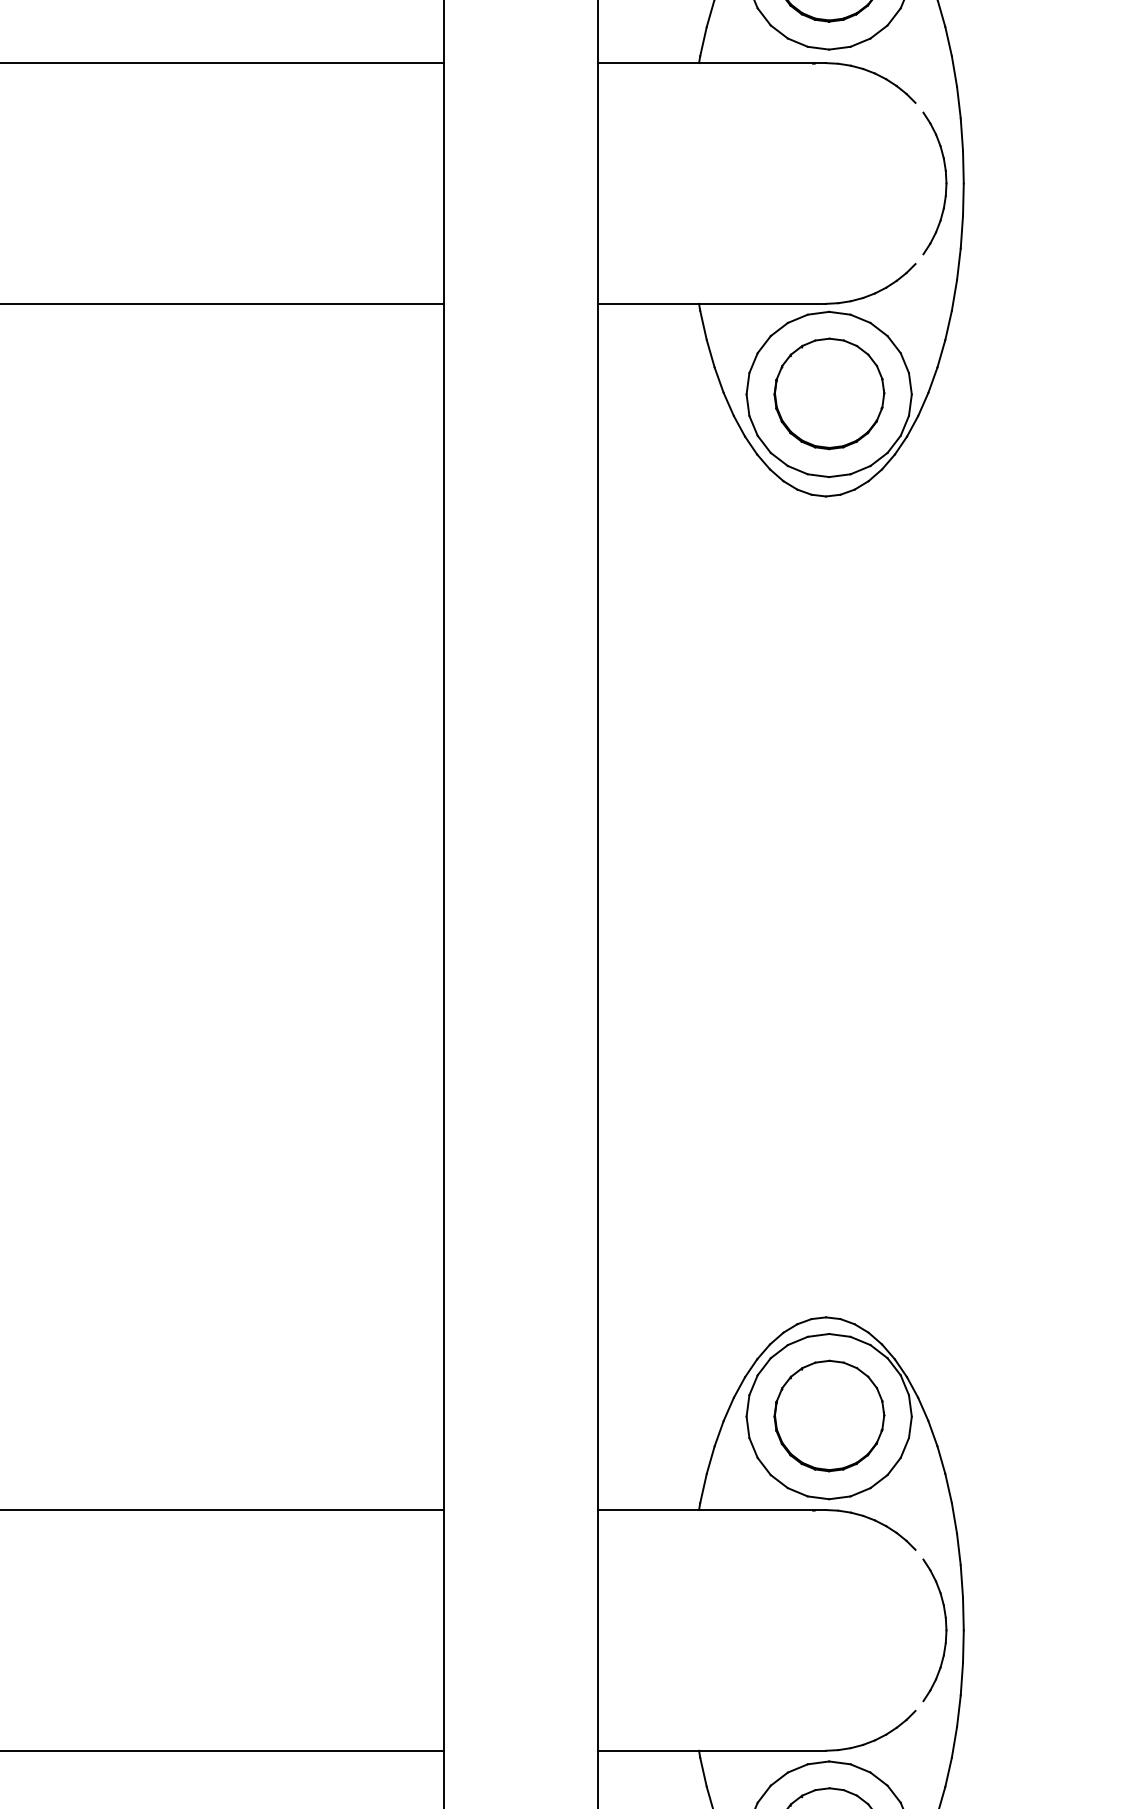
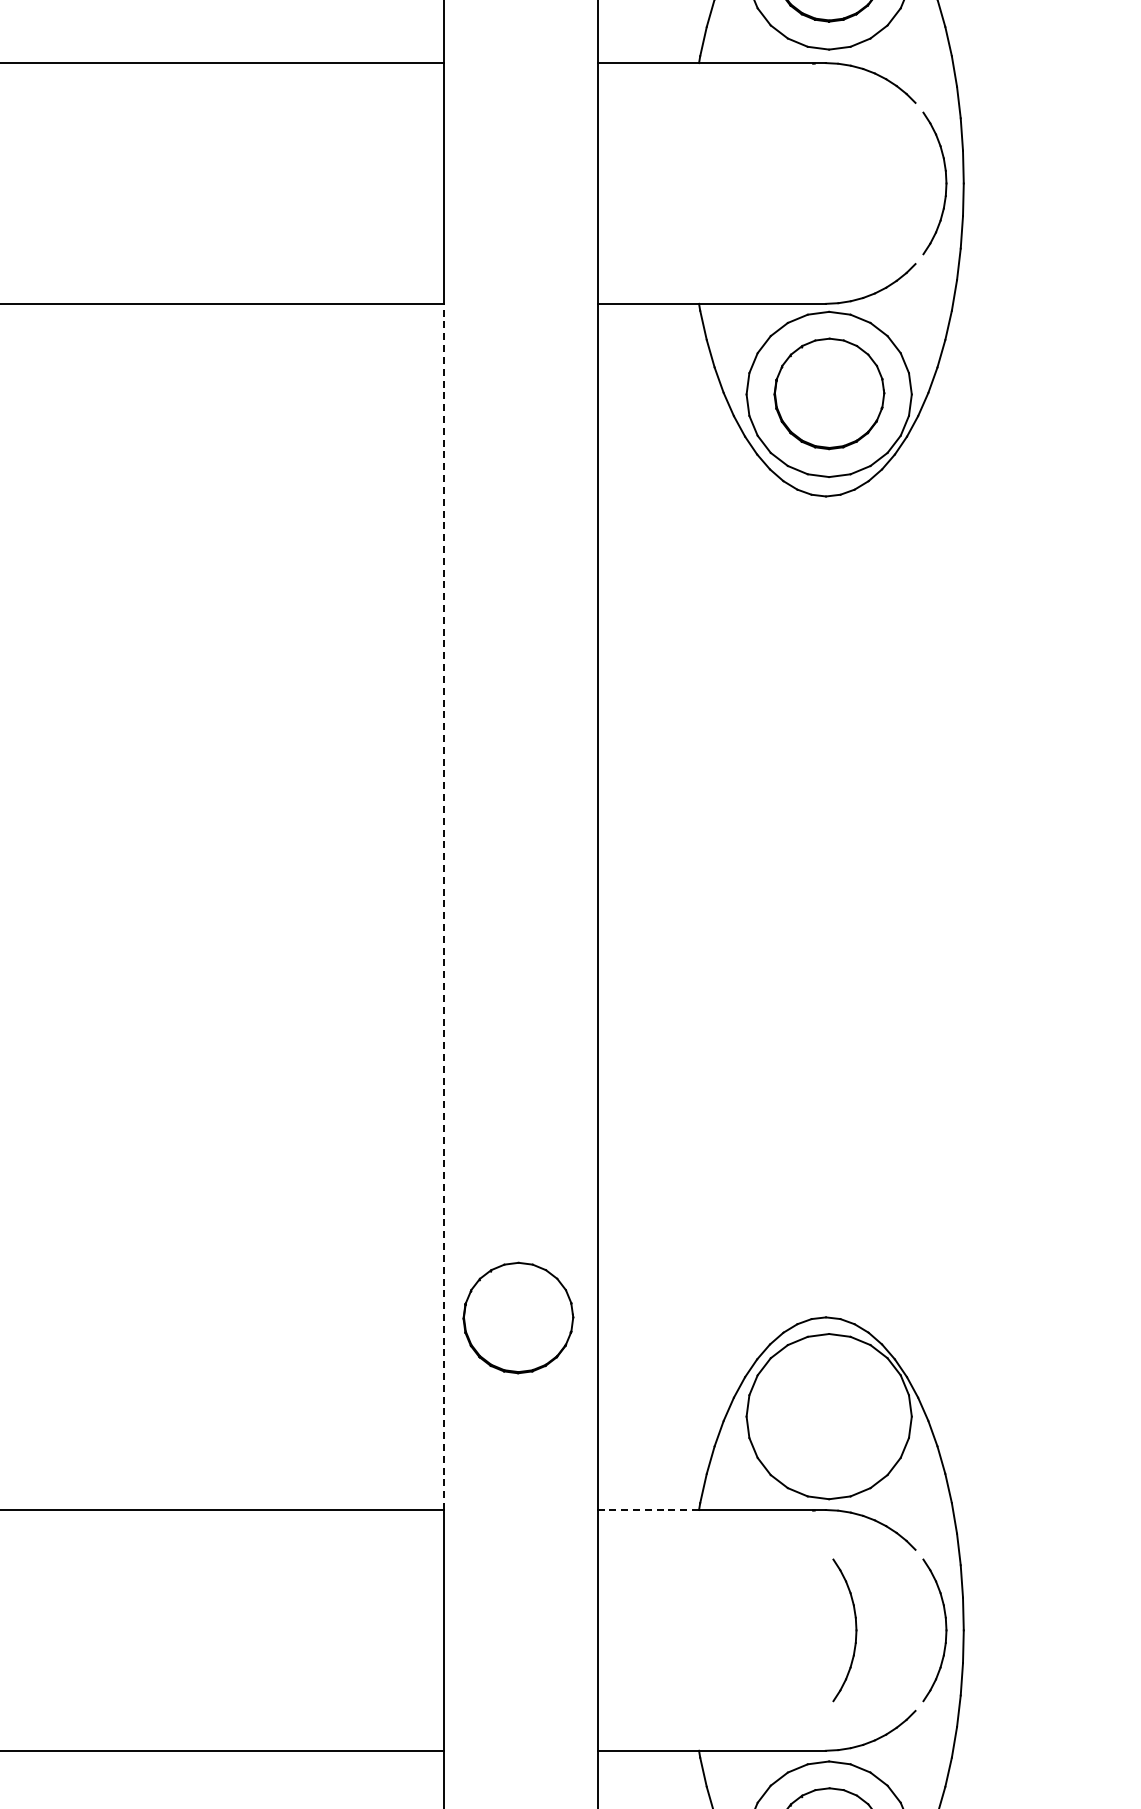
line at (443, 906): solid -> dashed
part at (829, 1415) position: (829, 1415) -> (518, 1317)
line at (648, 1510): solid -> dashed
part at (855, 1630): none -> present
